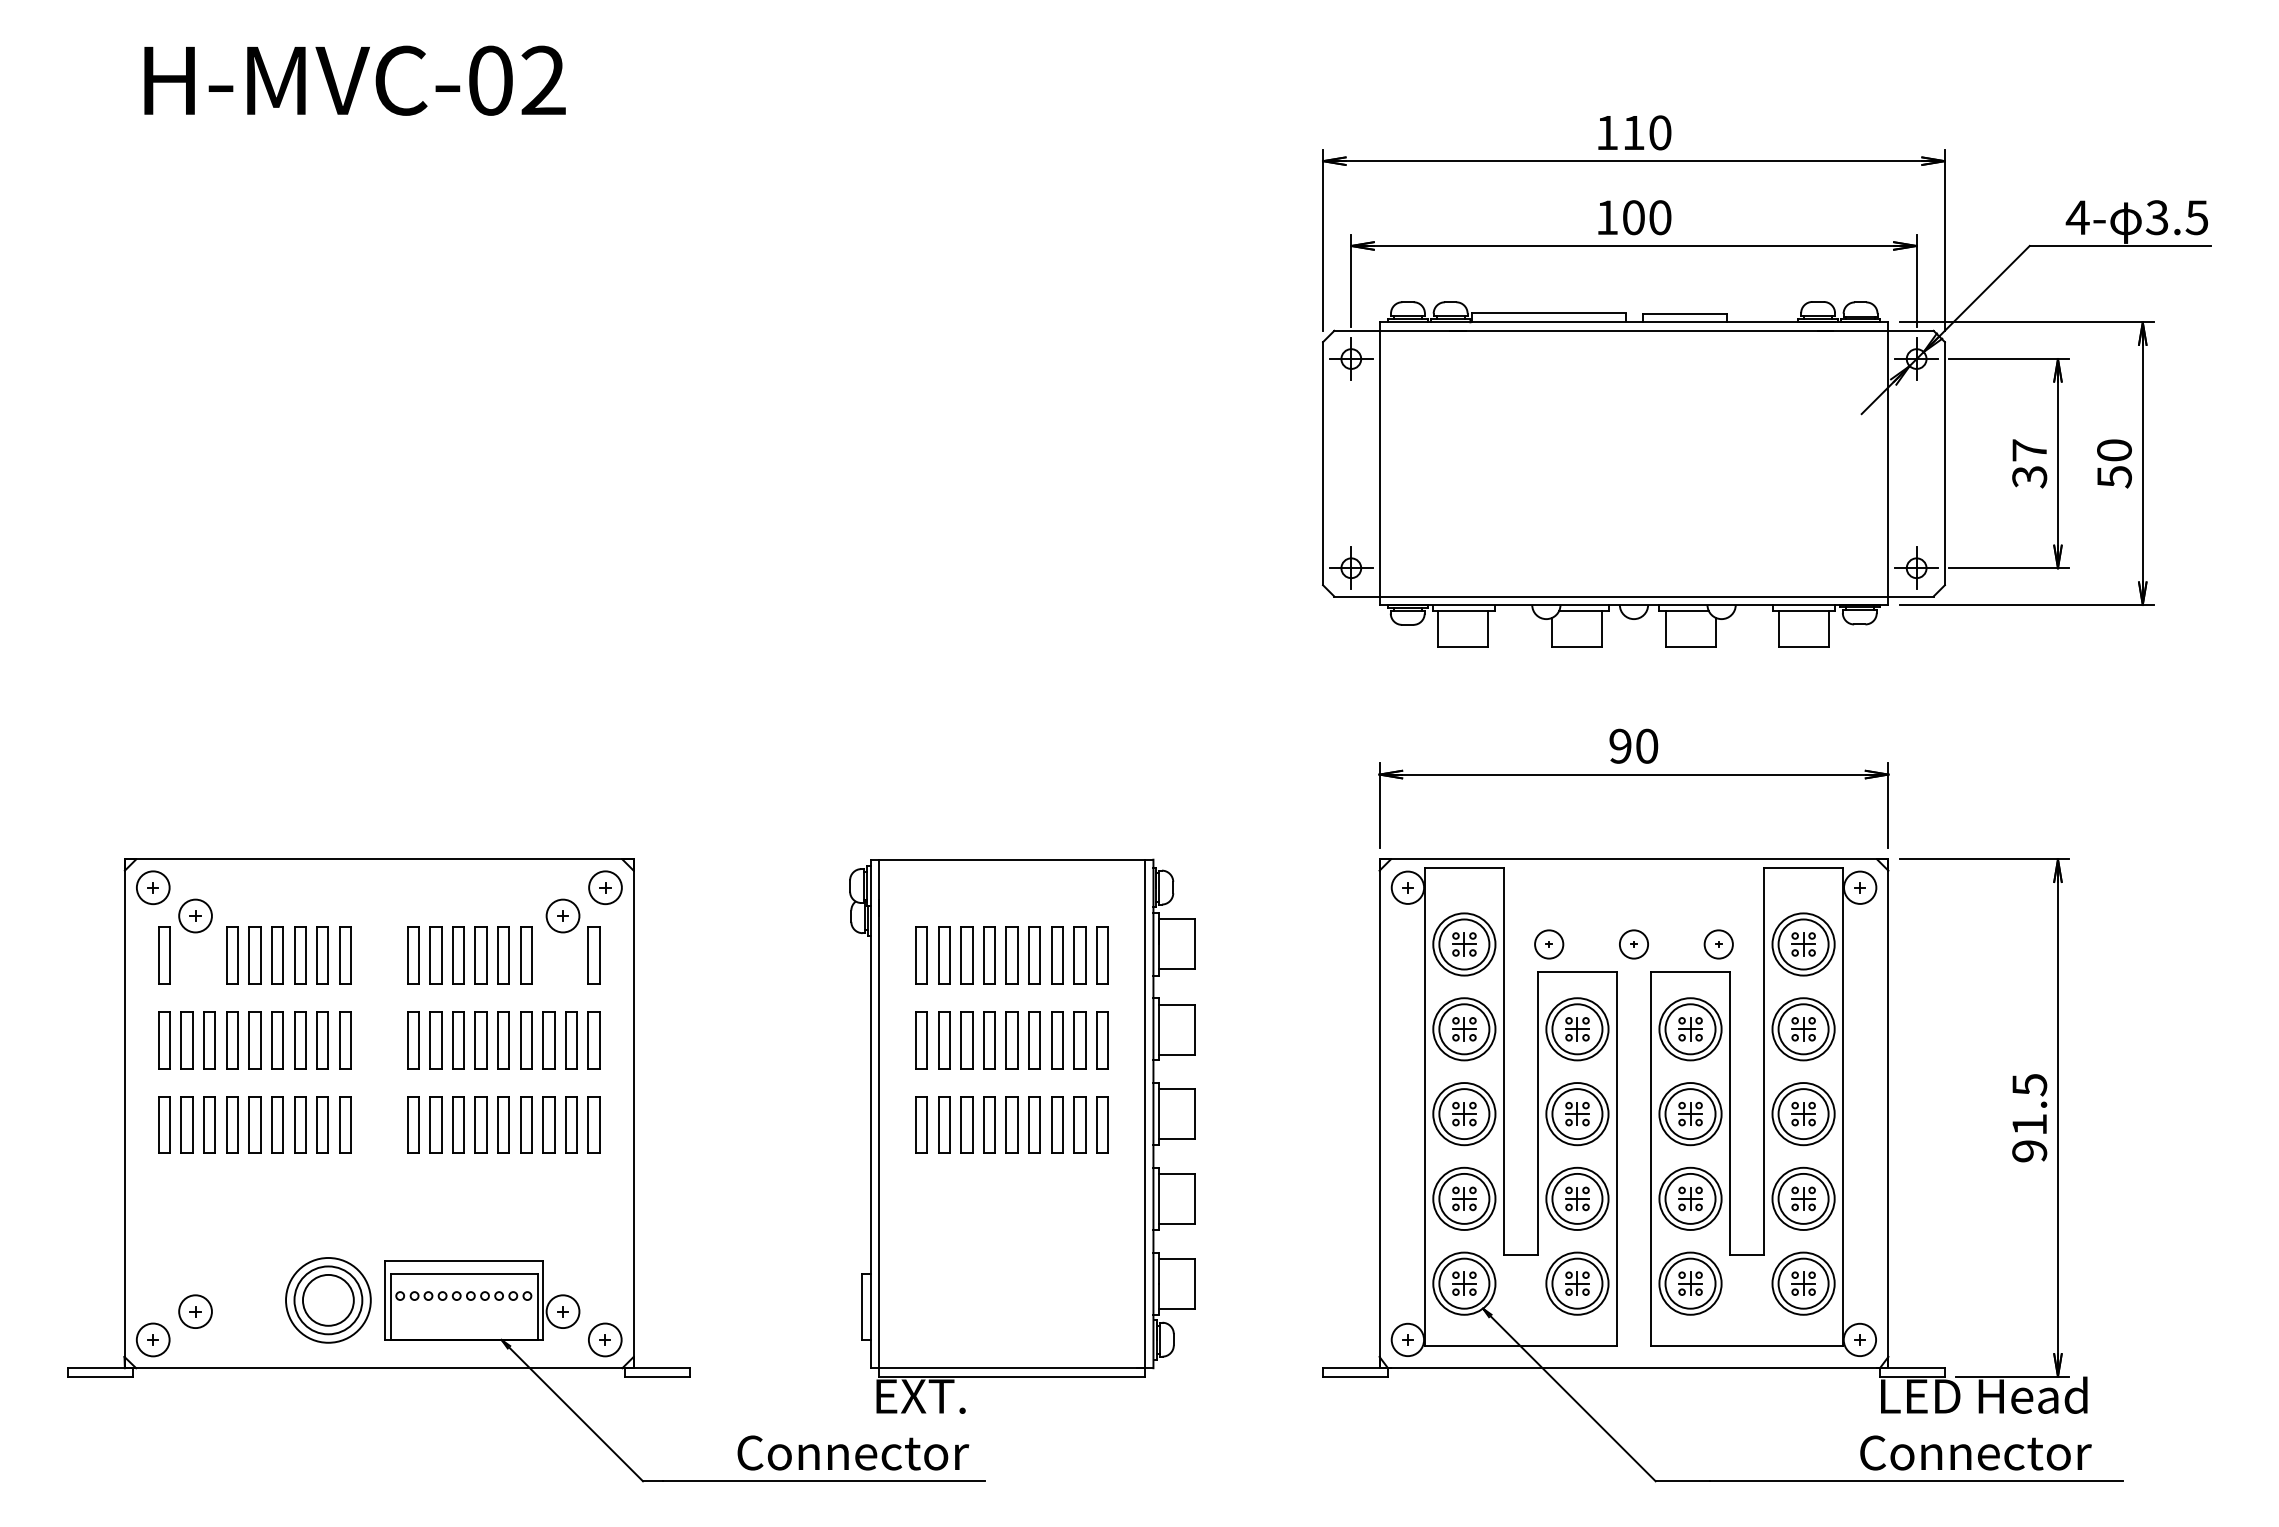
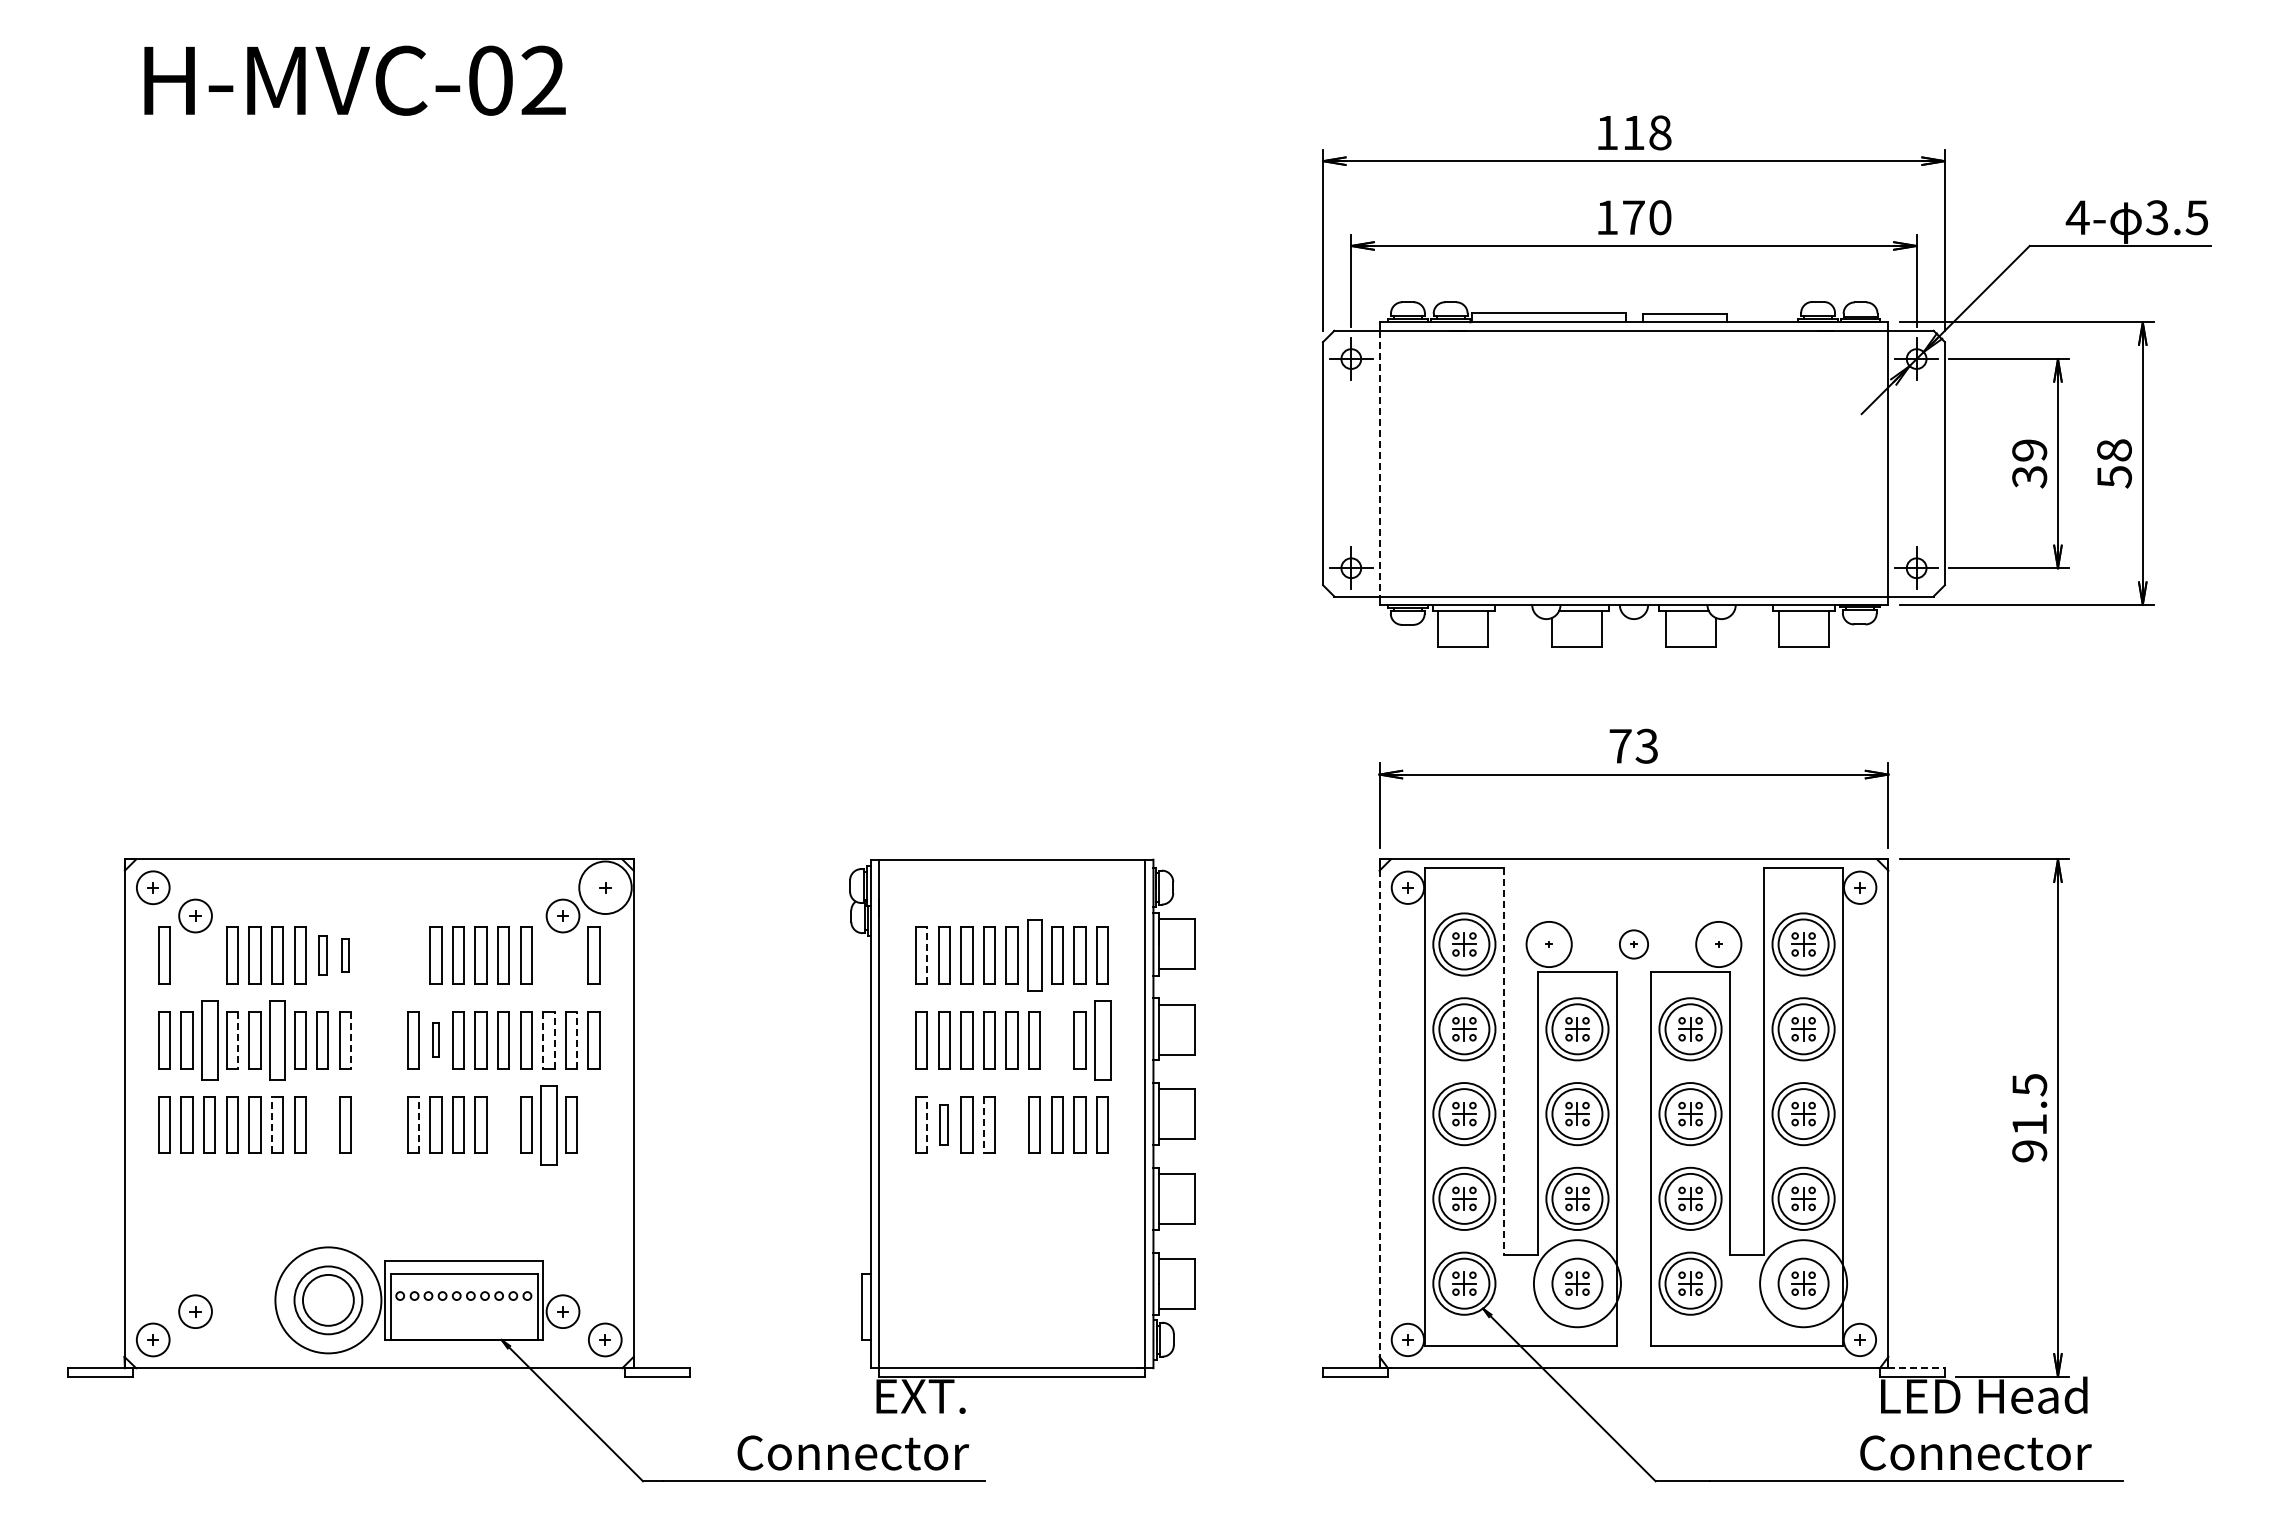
text at (1660, 132): 110 -> 118
text at (1633, 217): 100 -> 170
text at (2029, 450): 37 -> 39
text at (2114, 450): 50 -> 58
line at (1379, 463): solid -> dashed
text at (1633, 745): 90 -> 73
circle at (605, 887) diameter: 33 px -> 52 px
circle at (1549, 944) diameter: 28 px -> 45 px
circle at (1718, 944) diameter: 28 px -> 45 px
part at (322, 955) size: 13x59 px -> 10x41 px
part at (345, 955) size: 13x59 px -> 9x35 px
part at (413, 955): present -> none
line at (927, 955): solid -> dashed
part at (1034, 955) size: 13x59 px -> 16x73 px
line at (554, 1039): solid -> dashed
line at (577, 1039): solid -> dashed
part at (209, 1040) size: 13x59 px -> 18x81 px
line at (237, 1040): solid -> dashed
part at (277, 1040) size: 13x59 px -> 17x81 px
line at (351, 1040): solid -> dashed
part at (435, 1040) size: 14x59 px -> 8x36 px
line at (543, 1040): solid -> dashed
part at (1057, 1040): present -> none
part at (1102, 1040) size: 13x59 px -> 18x81 px
line at (1503, 1061): solid -> dashed
line at (1379, 1114): solid -> dashed
line at (271, 1124): solid -> dashed
part at (322, 1124): present -> none
line at (418, 1124): solid -> dashed
part at (503, 1124): present -> none
part at (548, 1124) size: 14x58 px -> 18x81 px
part at (593, 1124): present -> none
line at (927, 1124): solid -> dashed
part at (944, 1124) size: 13x58 px -> 10x42 px
part at (1011, 1124): present -> none
line at (983, 1125): solid -> dashed
circle at (1577, 1283) diameter: 62 px -> 87 px
circle at (1803, 1283) diameter: 62 px -> 87 px
circle at (328, 1299) diameter: 85 px -> 106 px
line at (1917, 1368): solid -> dashed
